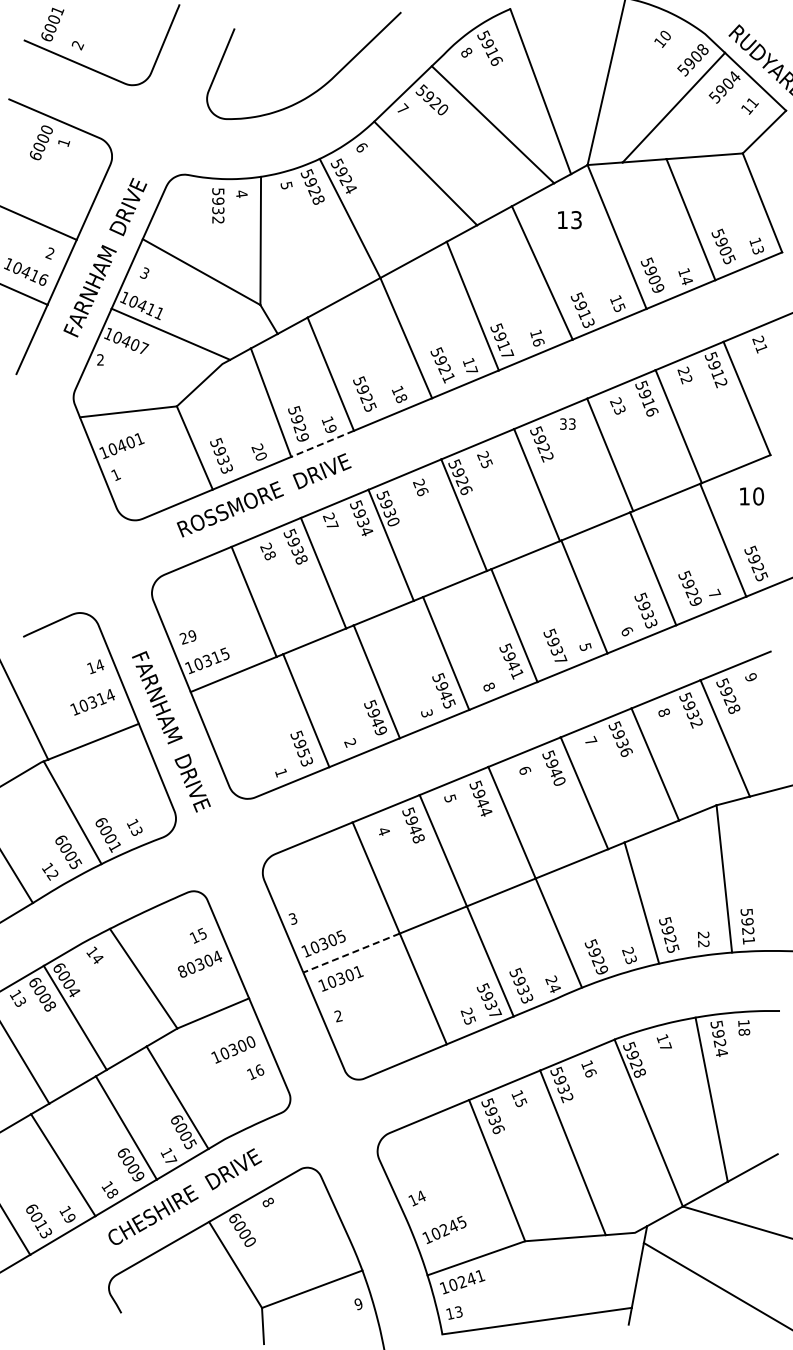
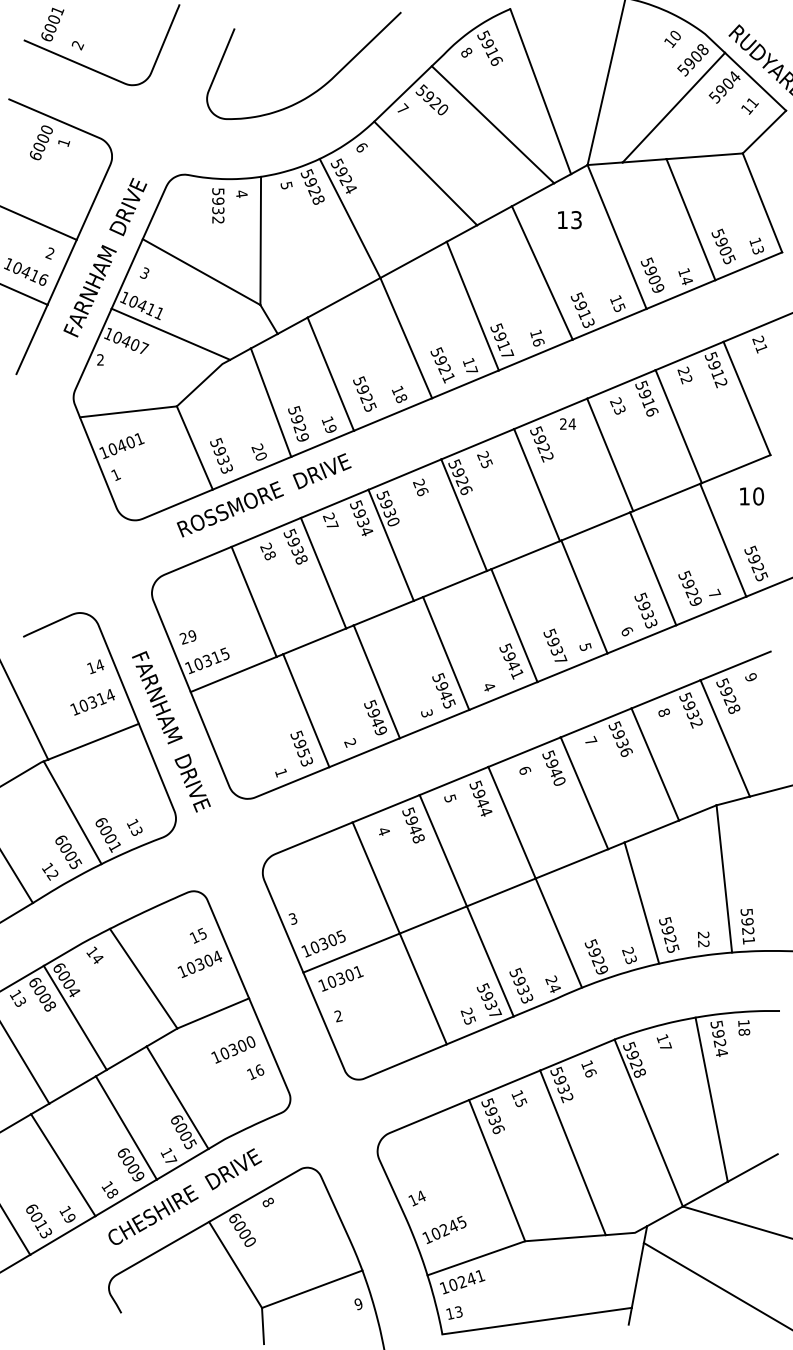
text at (662, 38) position: (662, 38) -> (672, 38)
text at (567, 423): 33 -> 24
line at (322, 443): dashed -> solid
text at (489, 686): 8 -> 4
line at (351, 953): dashed -> solid
text at (182, 971): 80304 -> 10304
